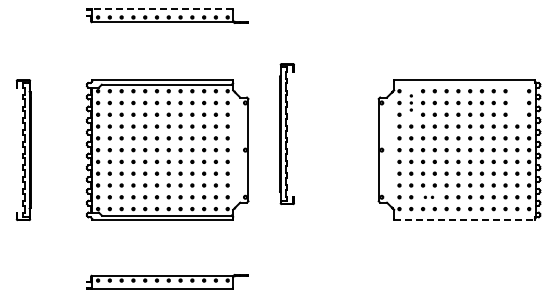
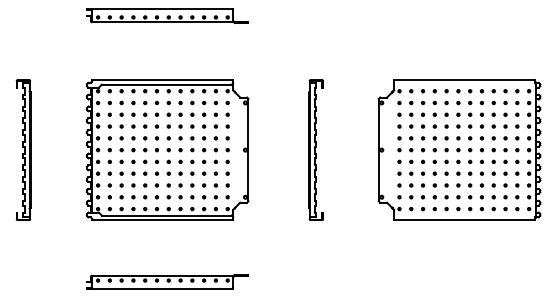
line at (162, 8): dashed -> solid
part at (410, 102) size: 4x18 px -> 5x28 px
part at (517, 102): none -> present
part at (286, 133) position: (286, 133) -> (315, 149)
part at (428, 196) size: 12x4 px -> 16x5 px
line at (465, 220): dashed -> solid
